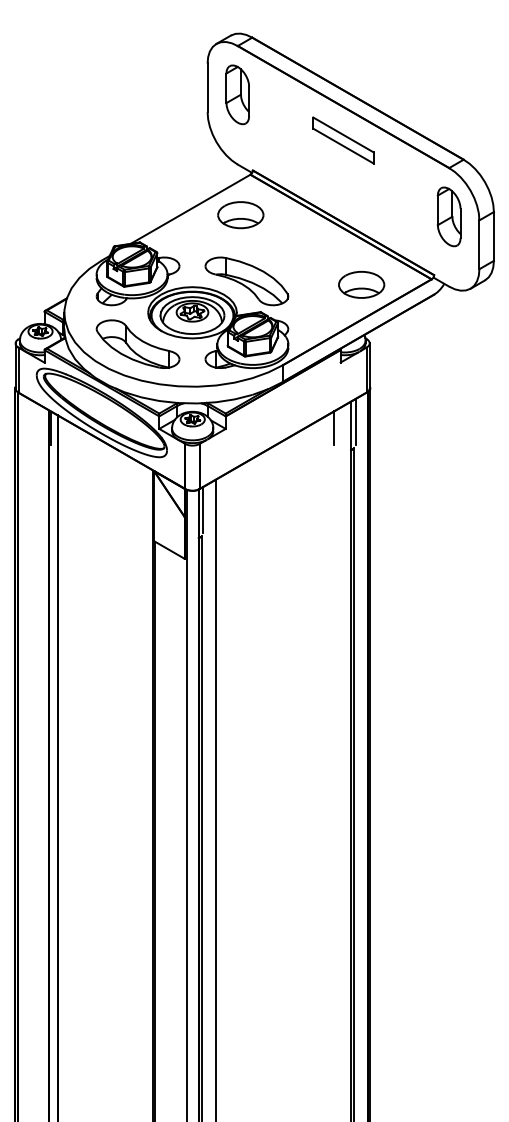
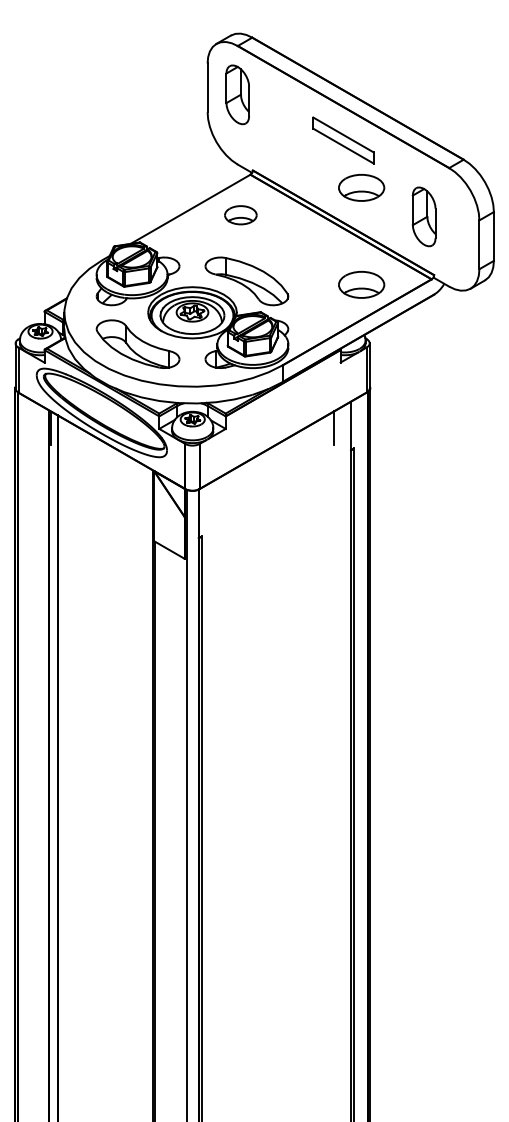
part at (361, 187): none -> present
part at (240, 215) size: 48x29 px -> 34x21 px
part at (448, 216) position: (448, 216) -> (423, 216)
line at (355, 422): present -> none
line at (203, 509): present -> none
line at (215, 798): present -> none
